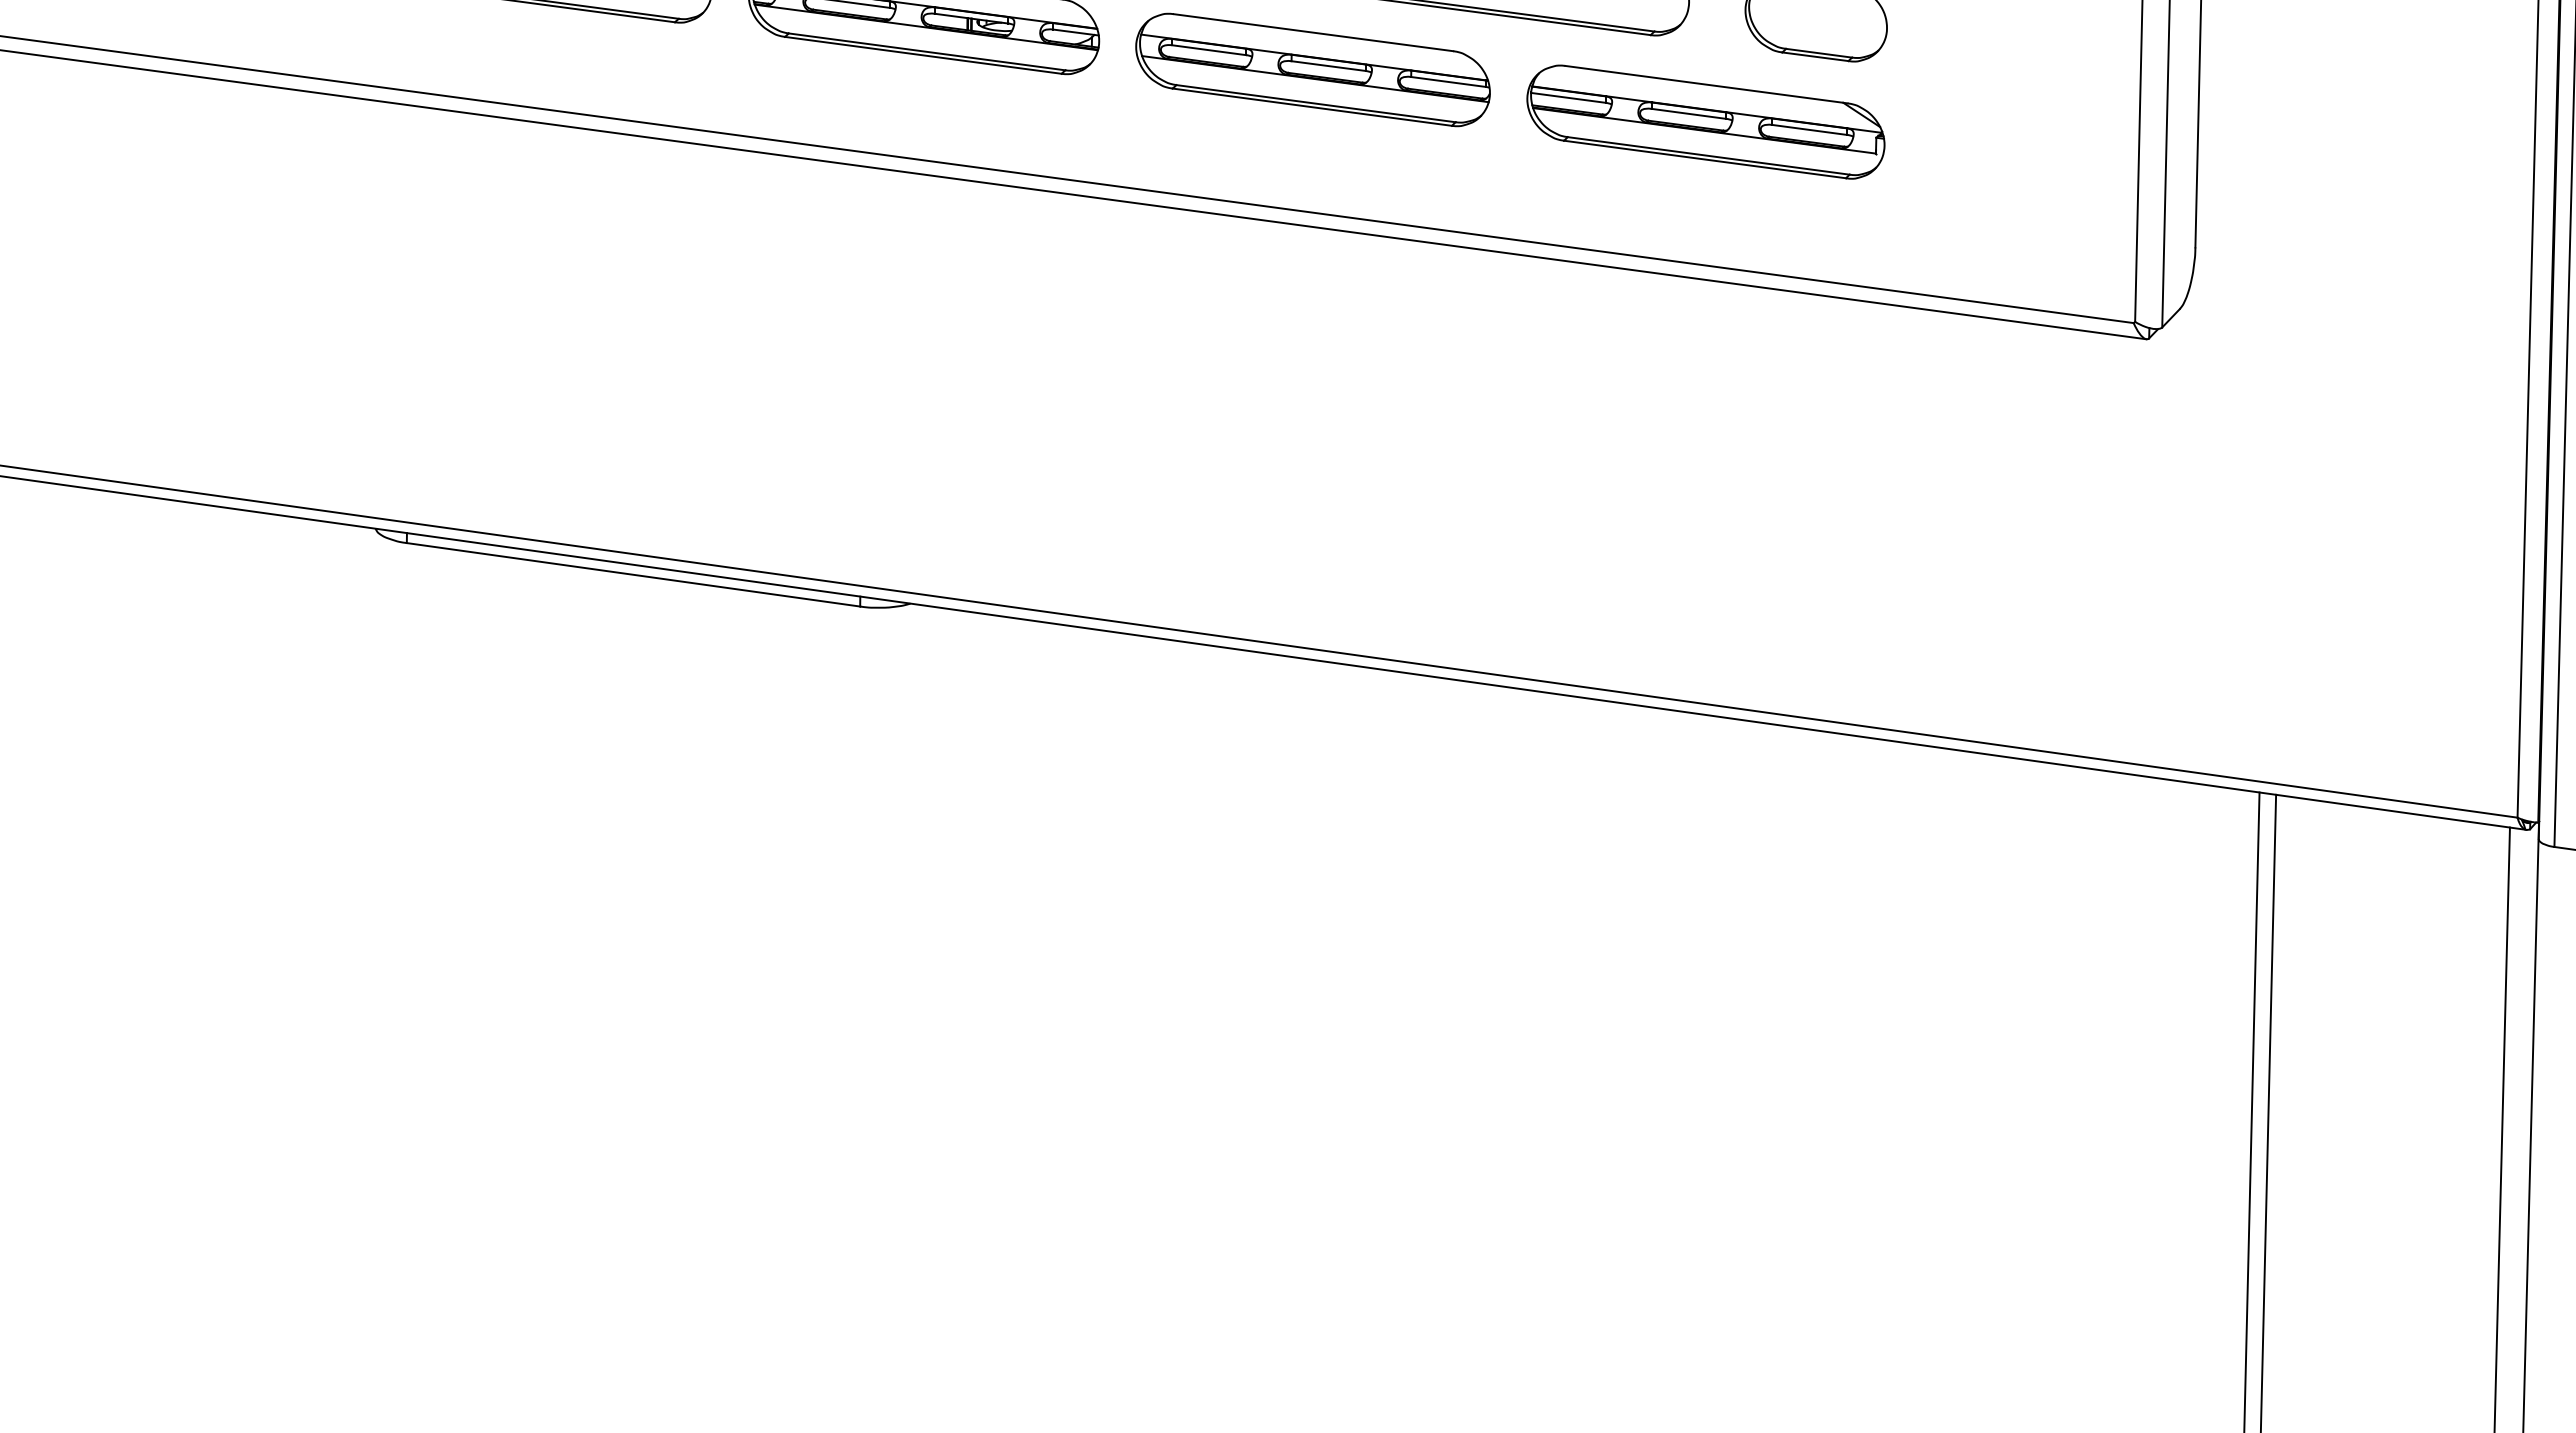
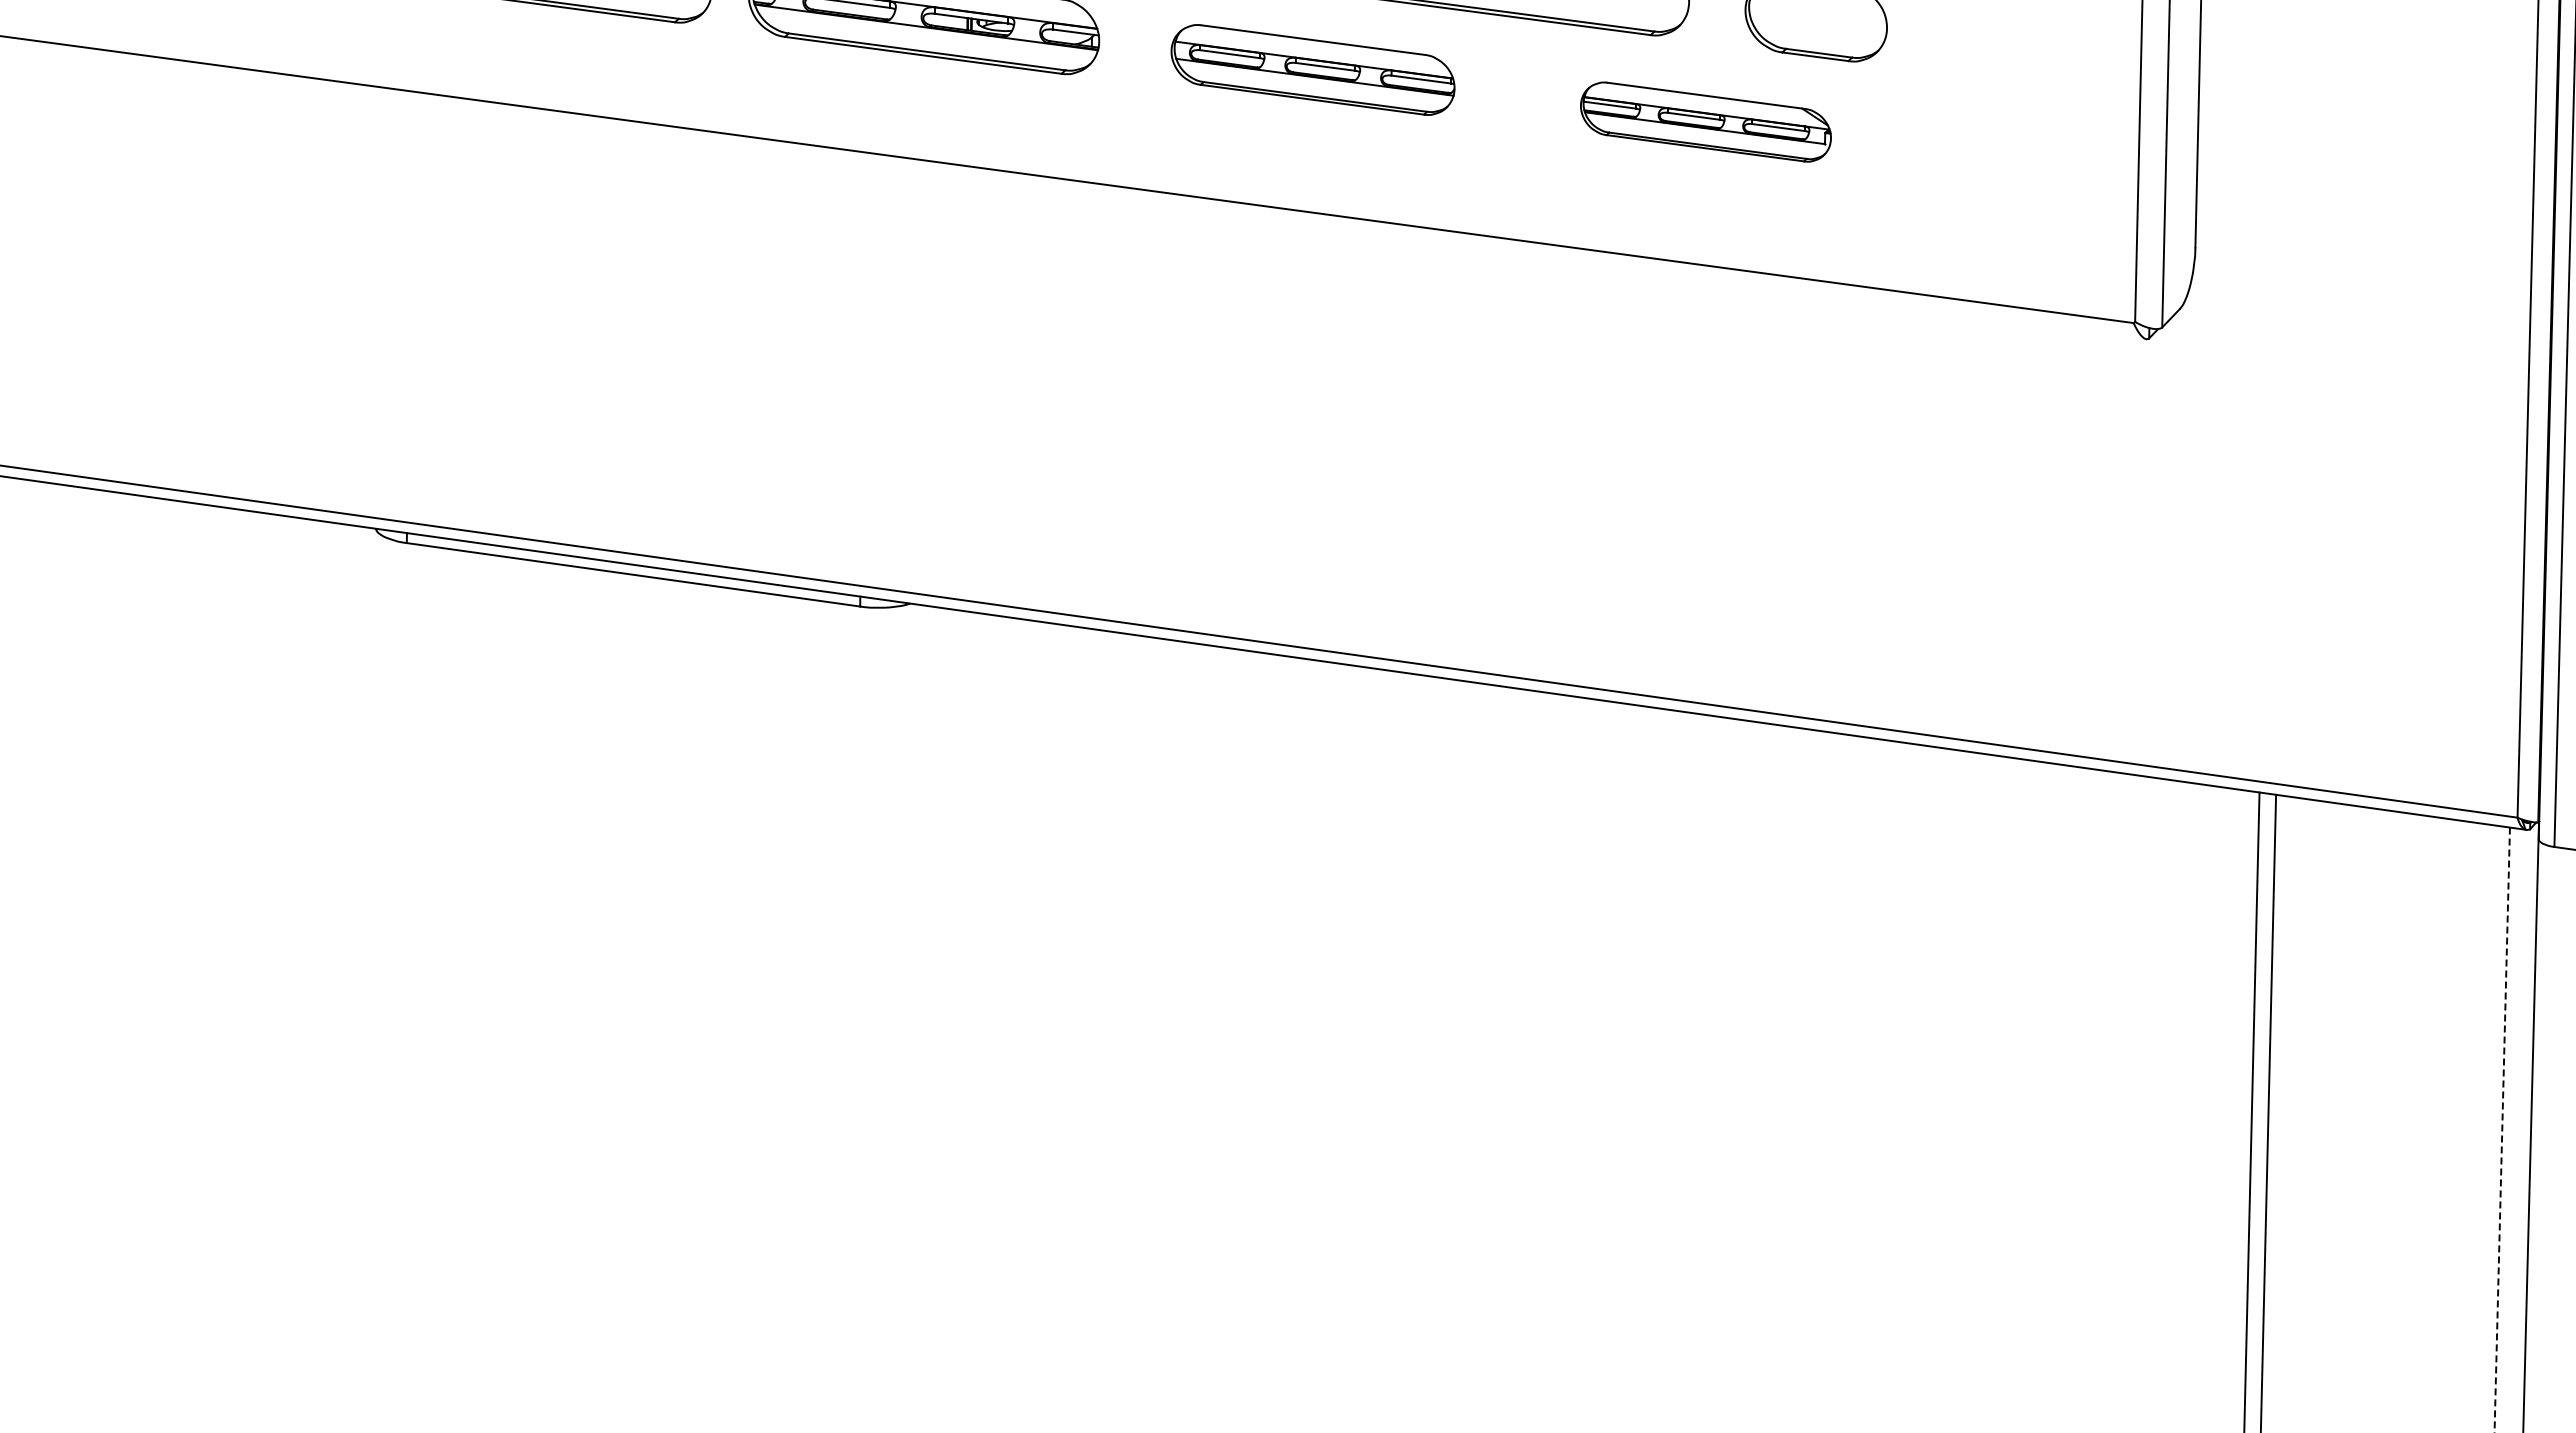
part at (1312, 69) size: 356x116 px -> 286x92 px
part at (1705, 121) size: 360x116 px -> 252x82 px
line at (1074, 194): present -> none
line at (2502, 1130): solid -> dashed
